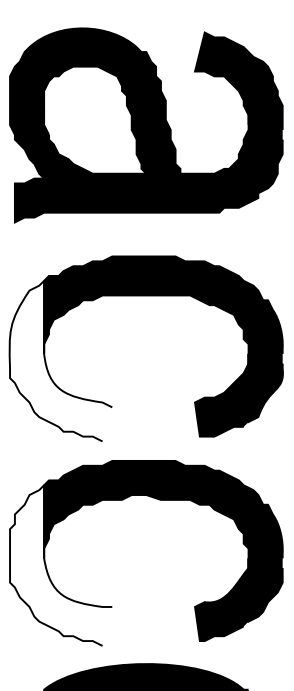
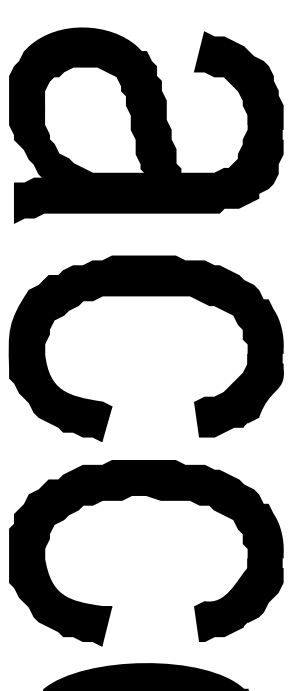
fill at (60, 360): none -> present
fill at (61, 565): none -> present
